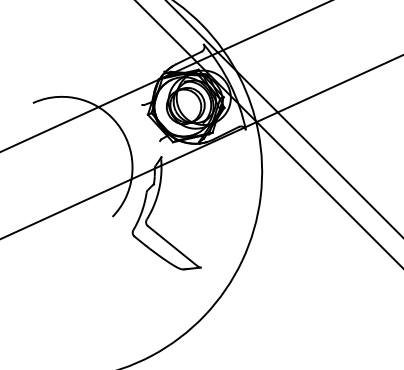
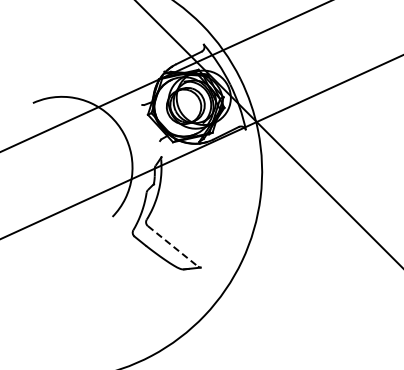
line at (283, 118): present -> none
line at (173, 246): solid -> dashed
